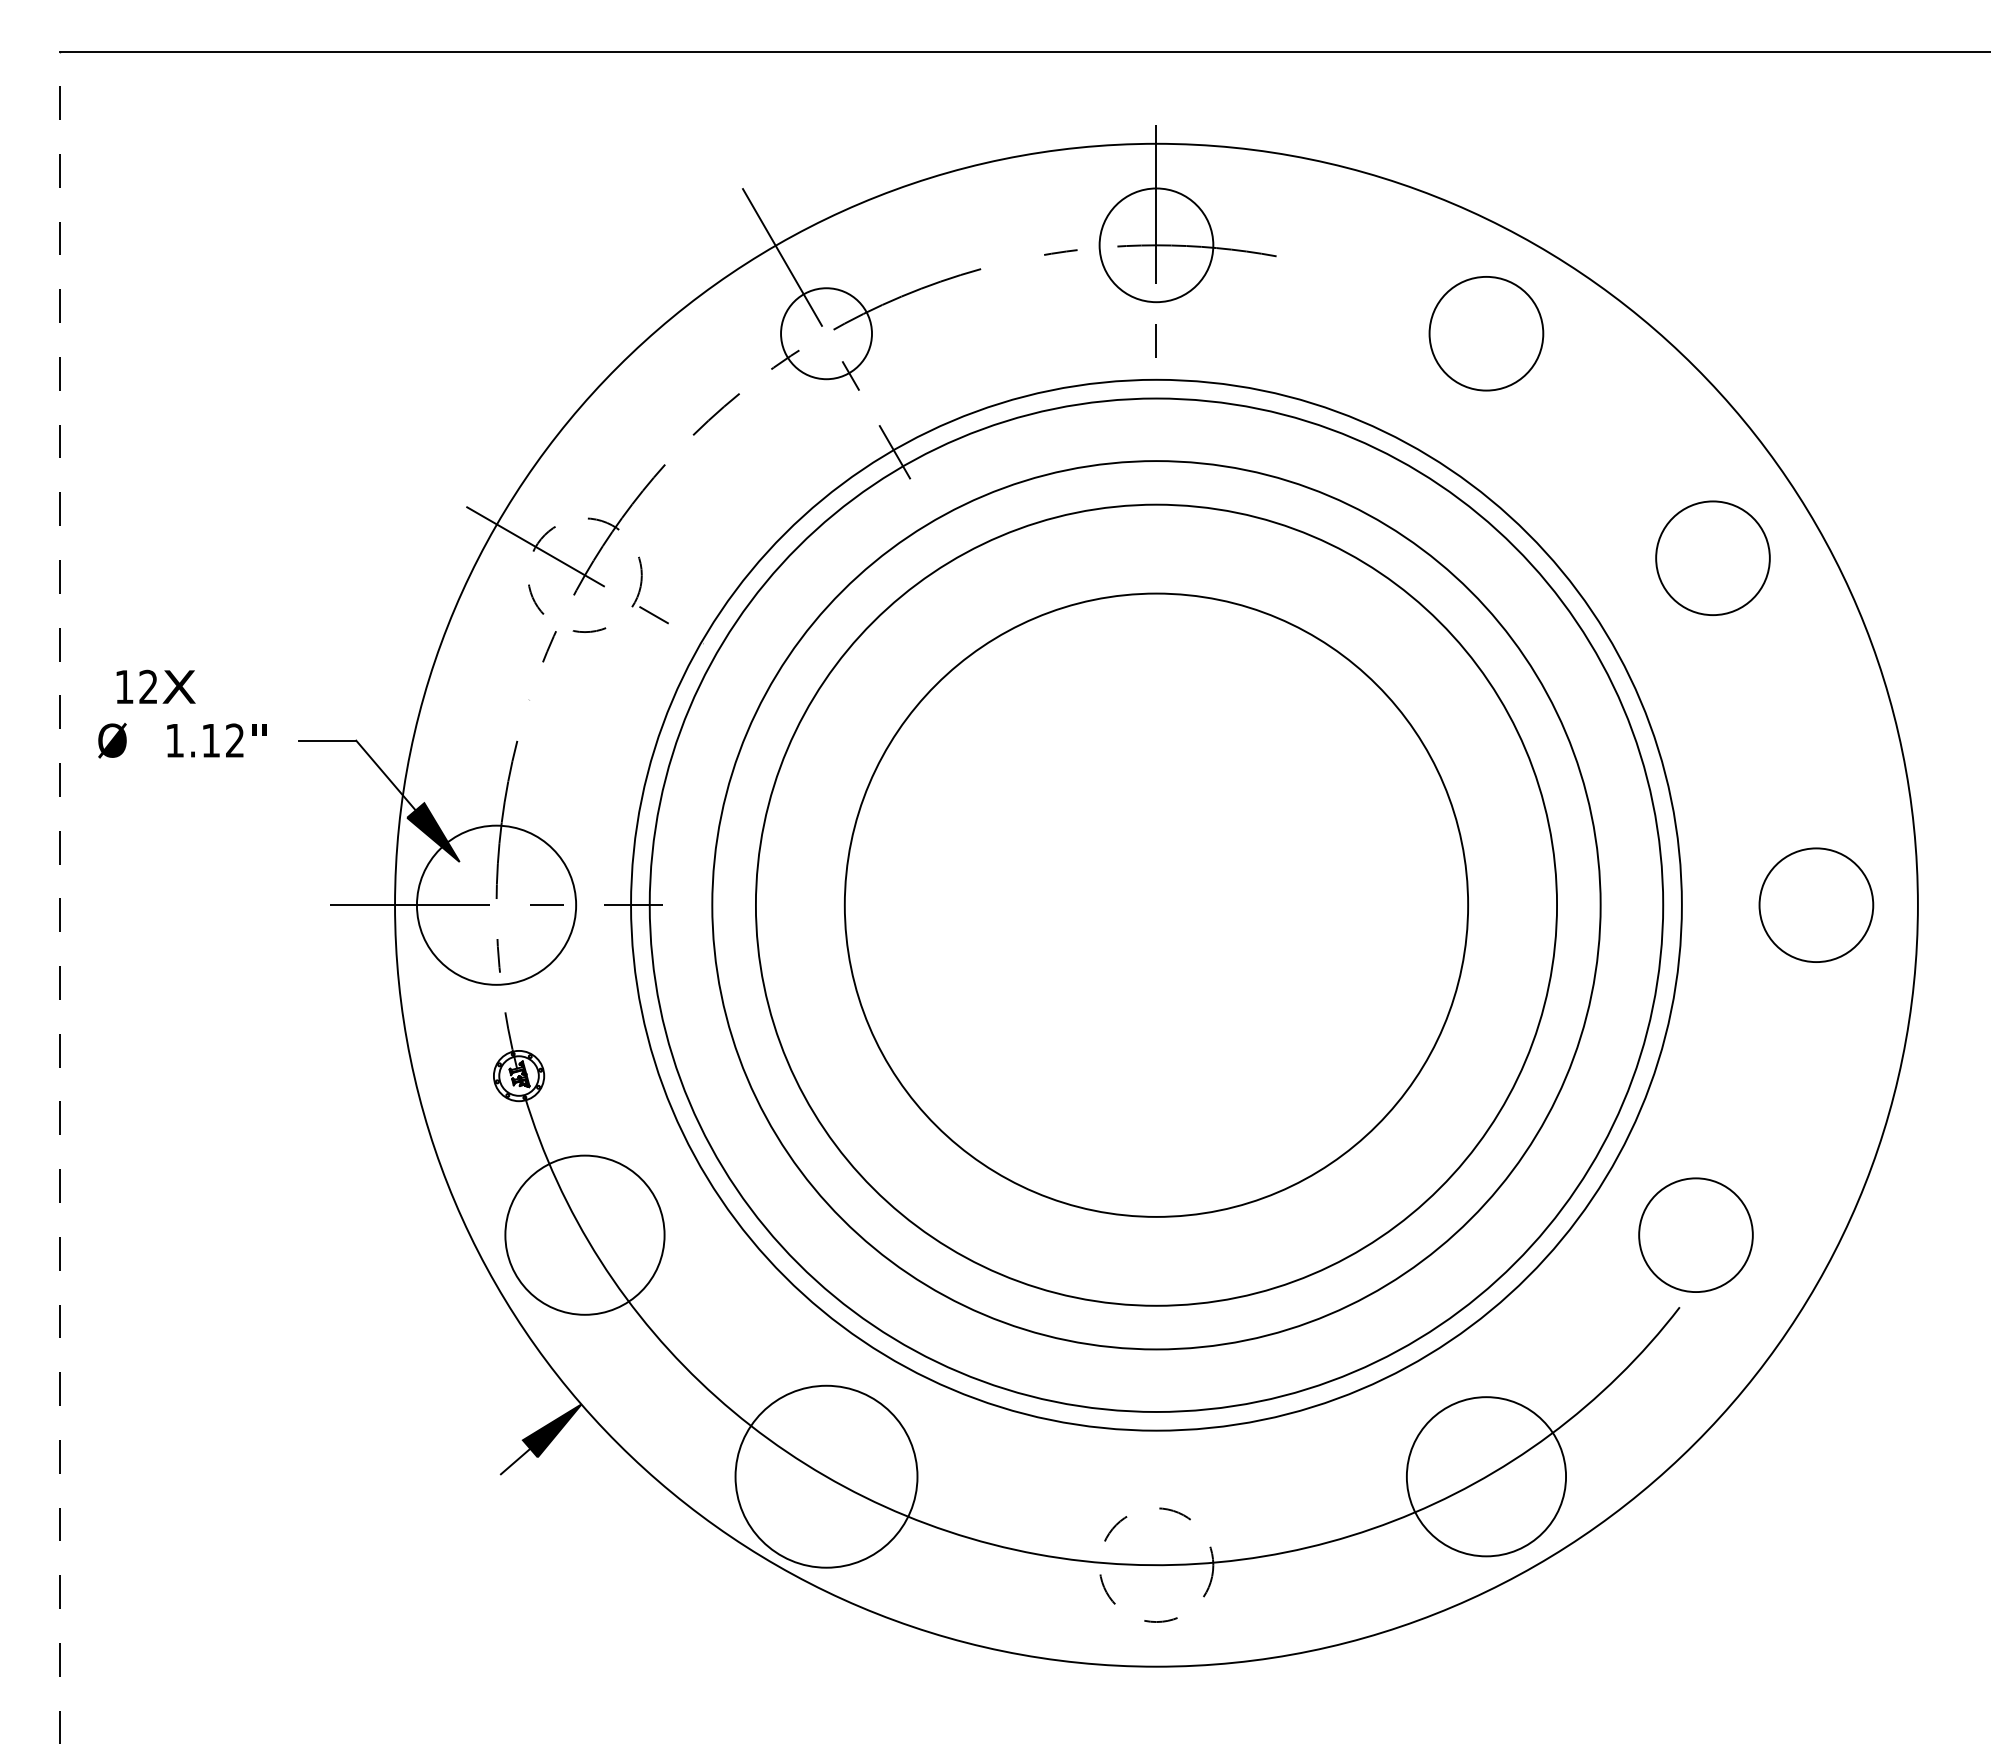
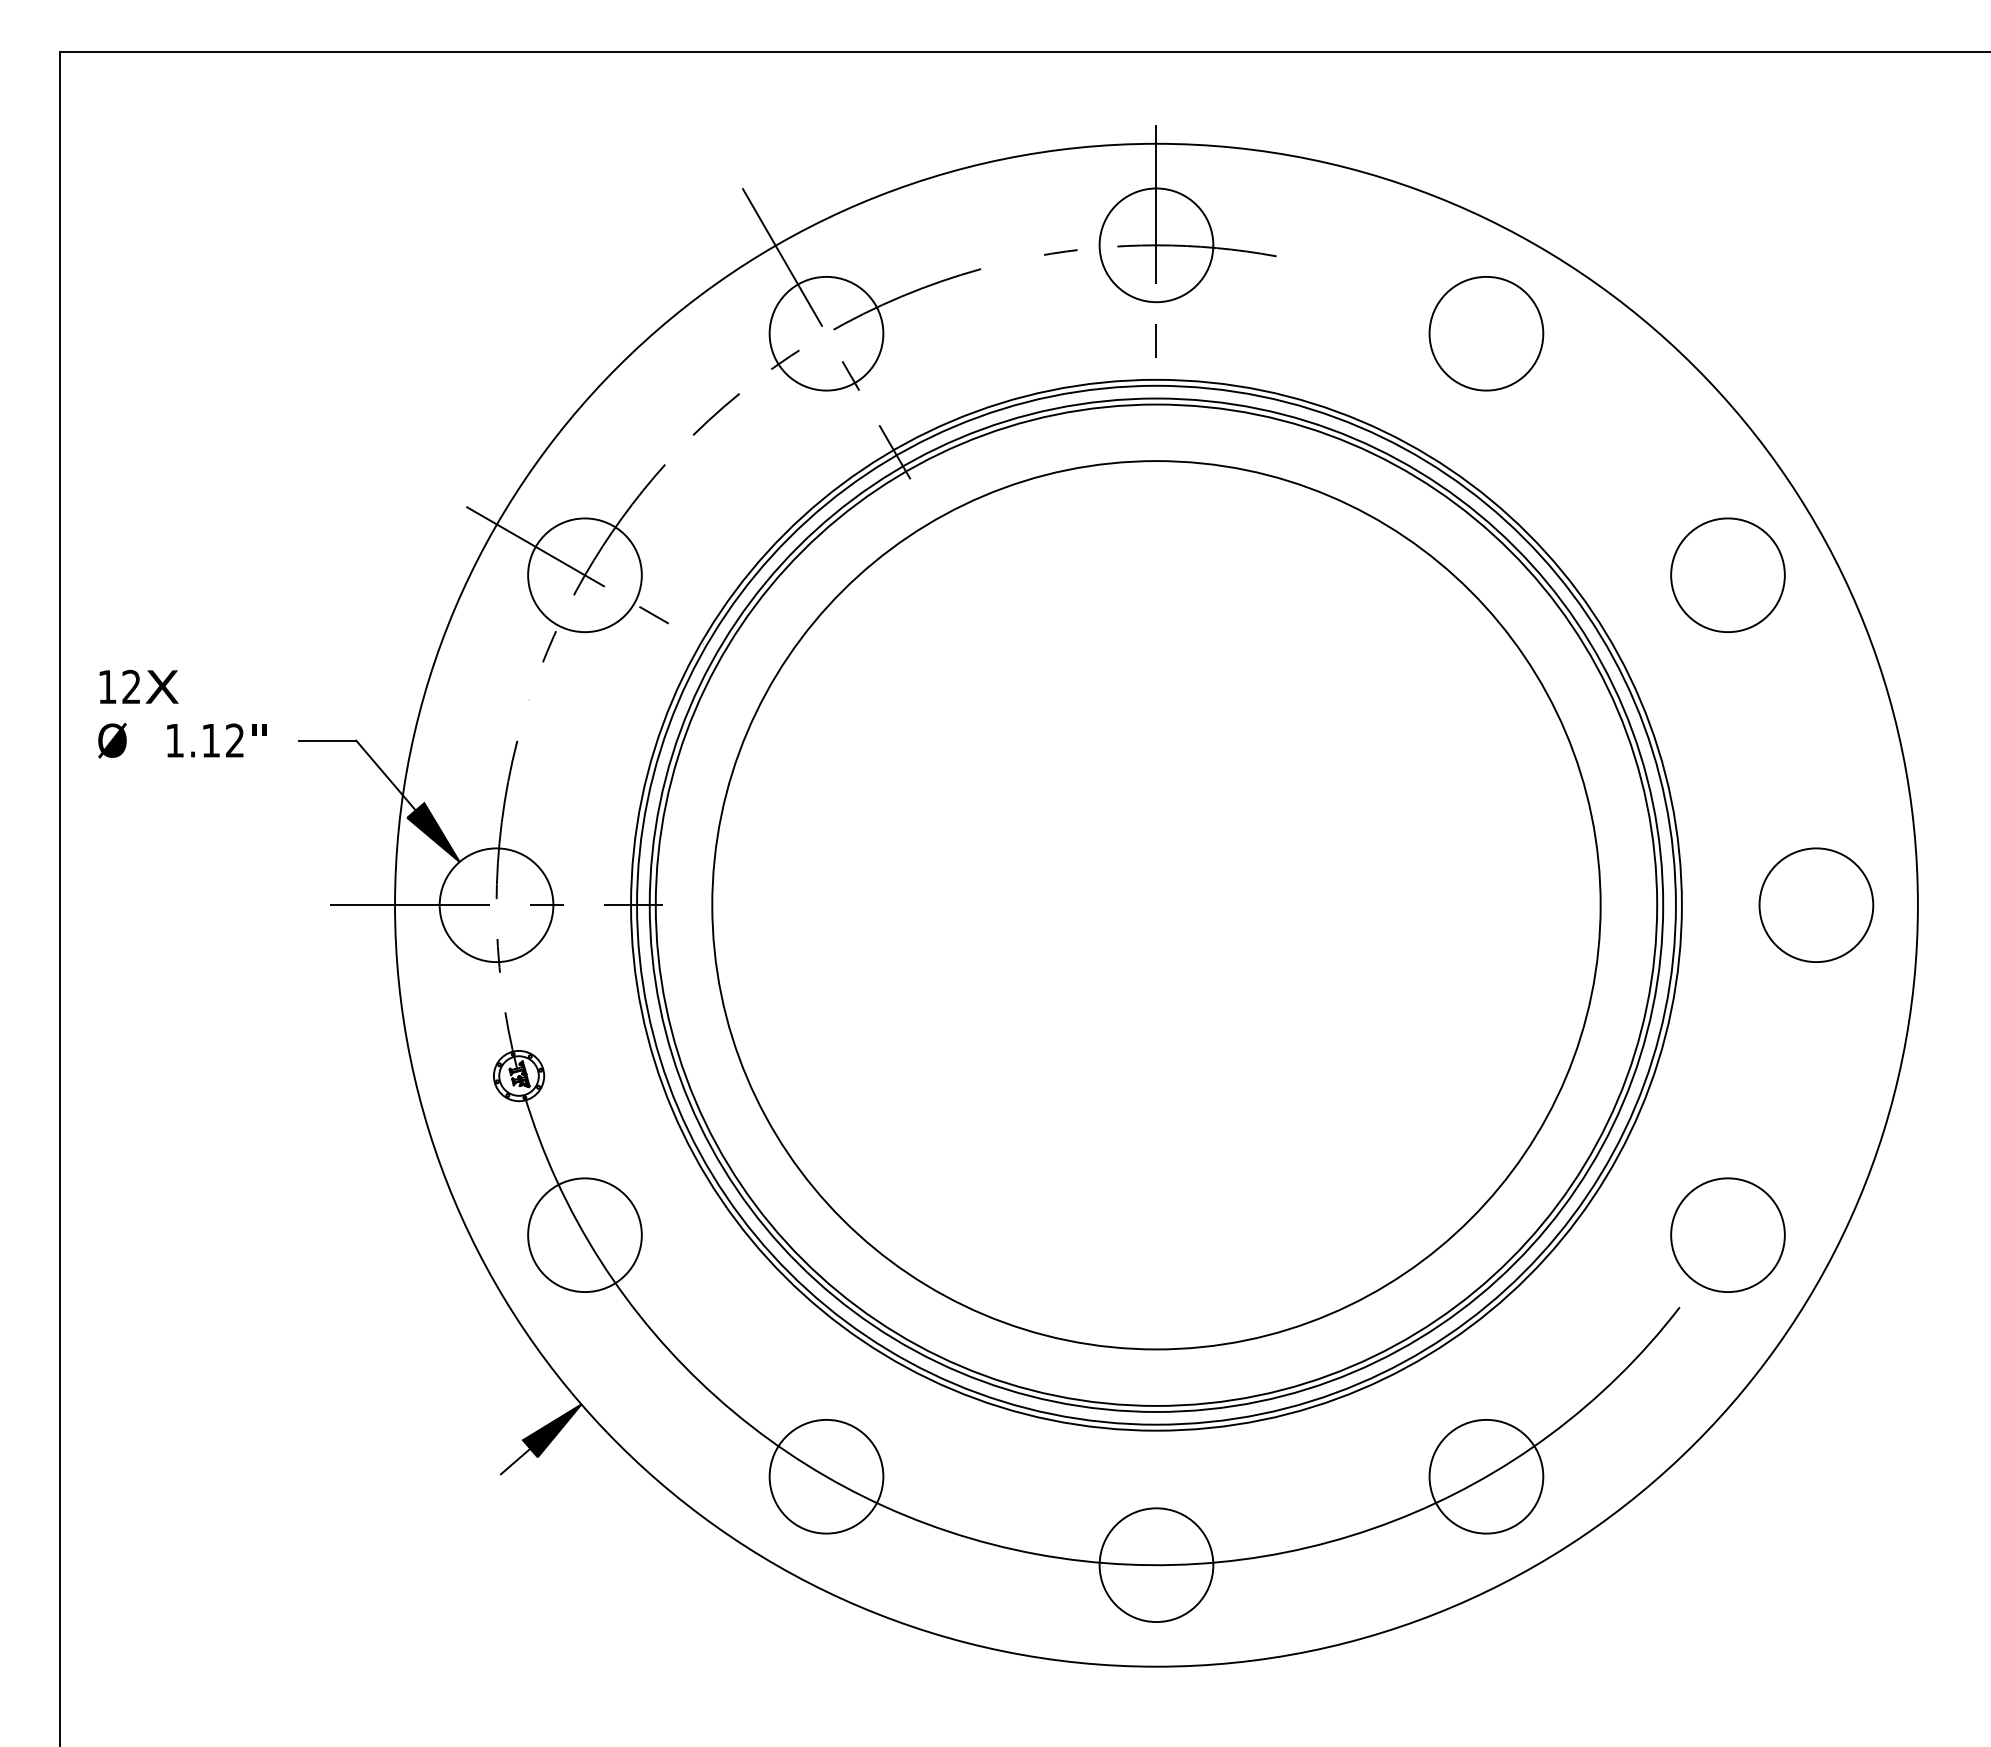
circle at (826, 333) diameter: 91 px -> 114 px
circle at (1712, 557) position: (1712, 557) -> (1727, 574)
circle at (584, 575): dashed -> solid
text at (155, 686) position: (155, 686) -> (138, 686)
line at (59, 899): dashed -> solid
circle at (496, 904) diameter: 159 px -> 114 px
circle at (1156, 904) diameter: 623 px -> 1039 px
circle at (1156, 904) diameter: 801 px -> 1001 px
circle at (584, 1234) diameter: 159 px -> 114 px
circle at (1695, 1234) position: (1695, 1234) -> (1727, 1234)
circle at (826, 1476) diameter: 182 px -> 114 px
circle at (1486, 1476) diameter: 159 px -> 114 px
circle at (1156, 1565): dashed -> solid
